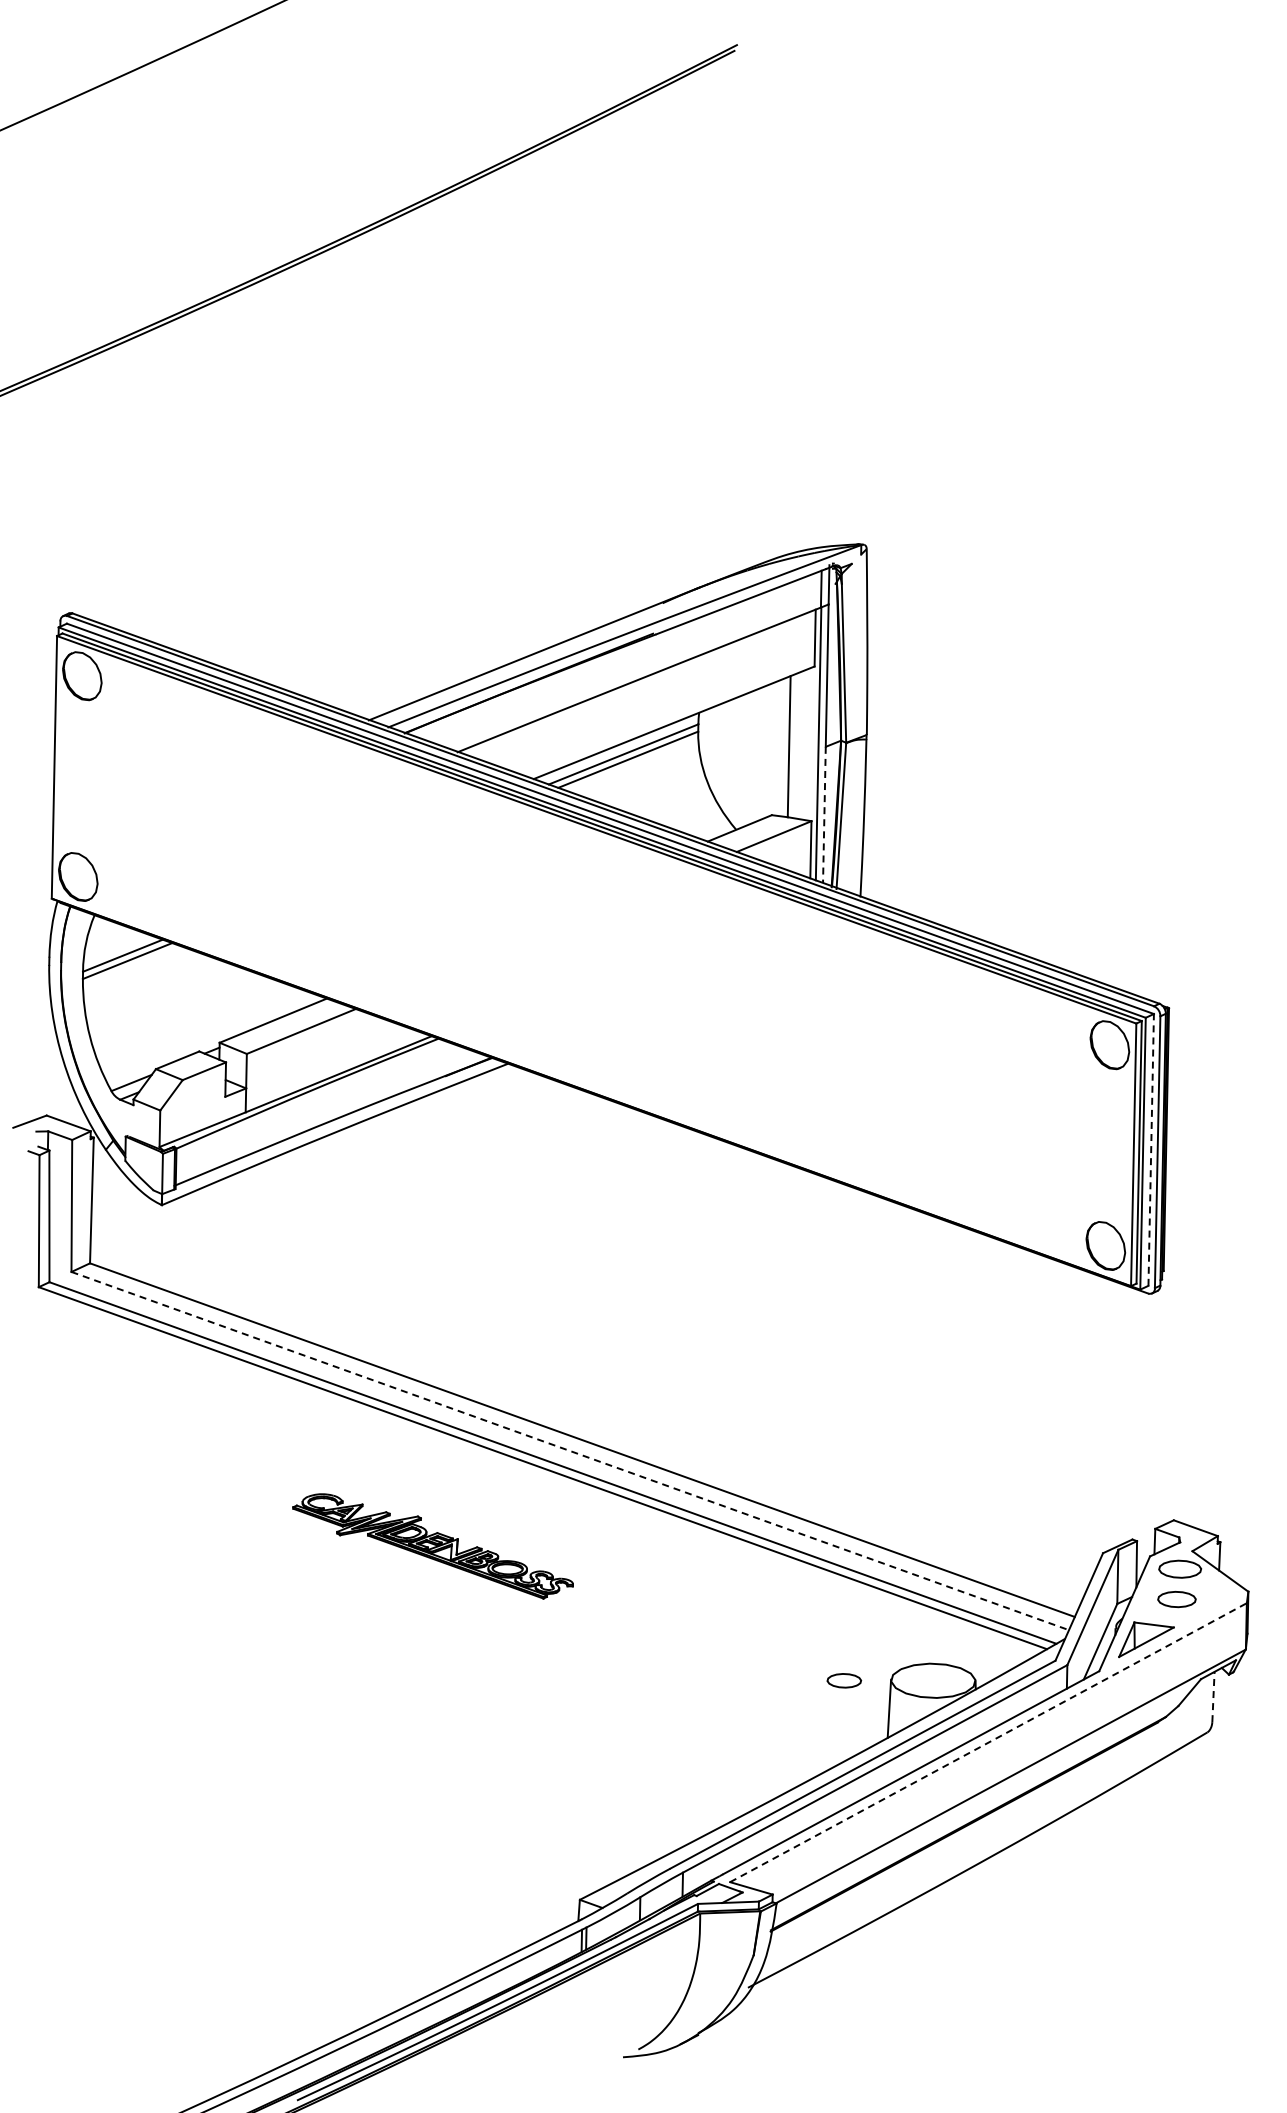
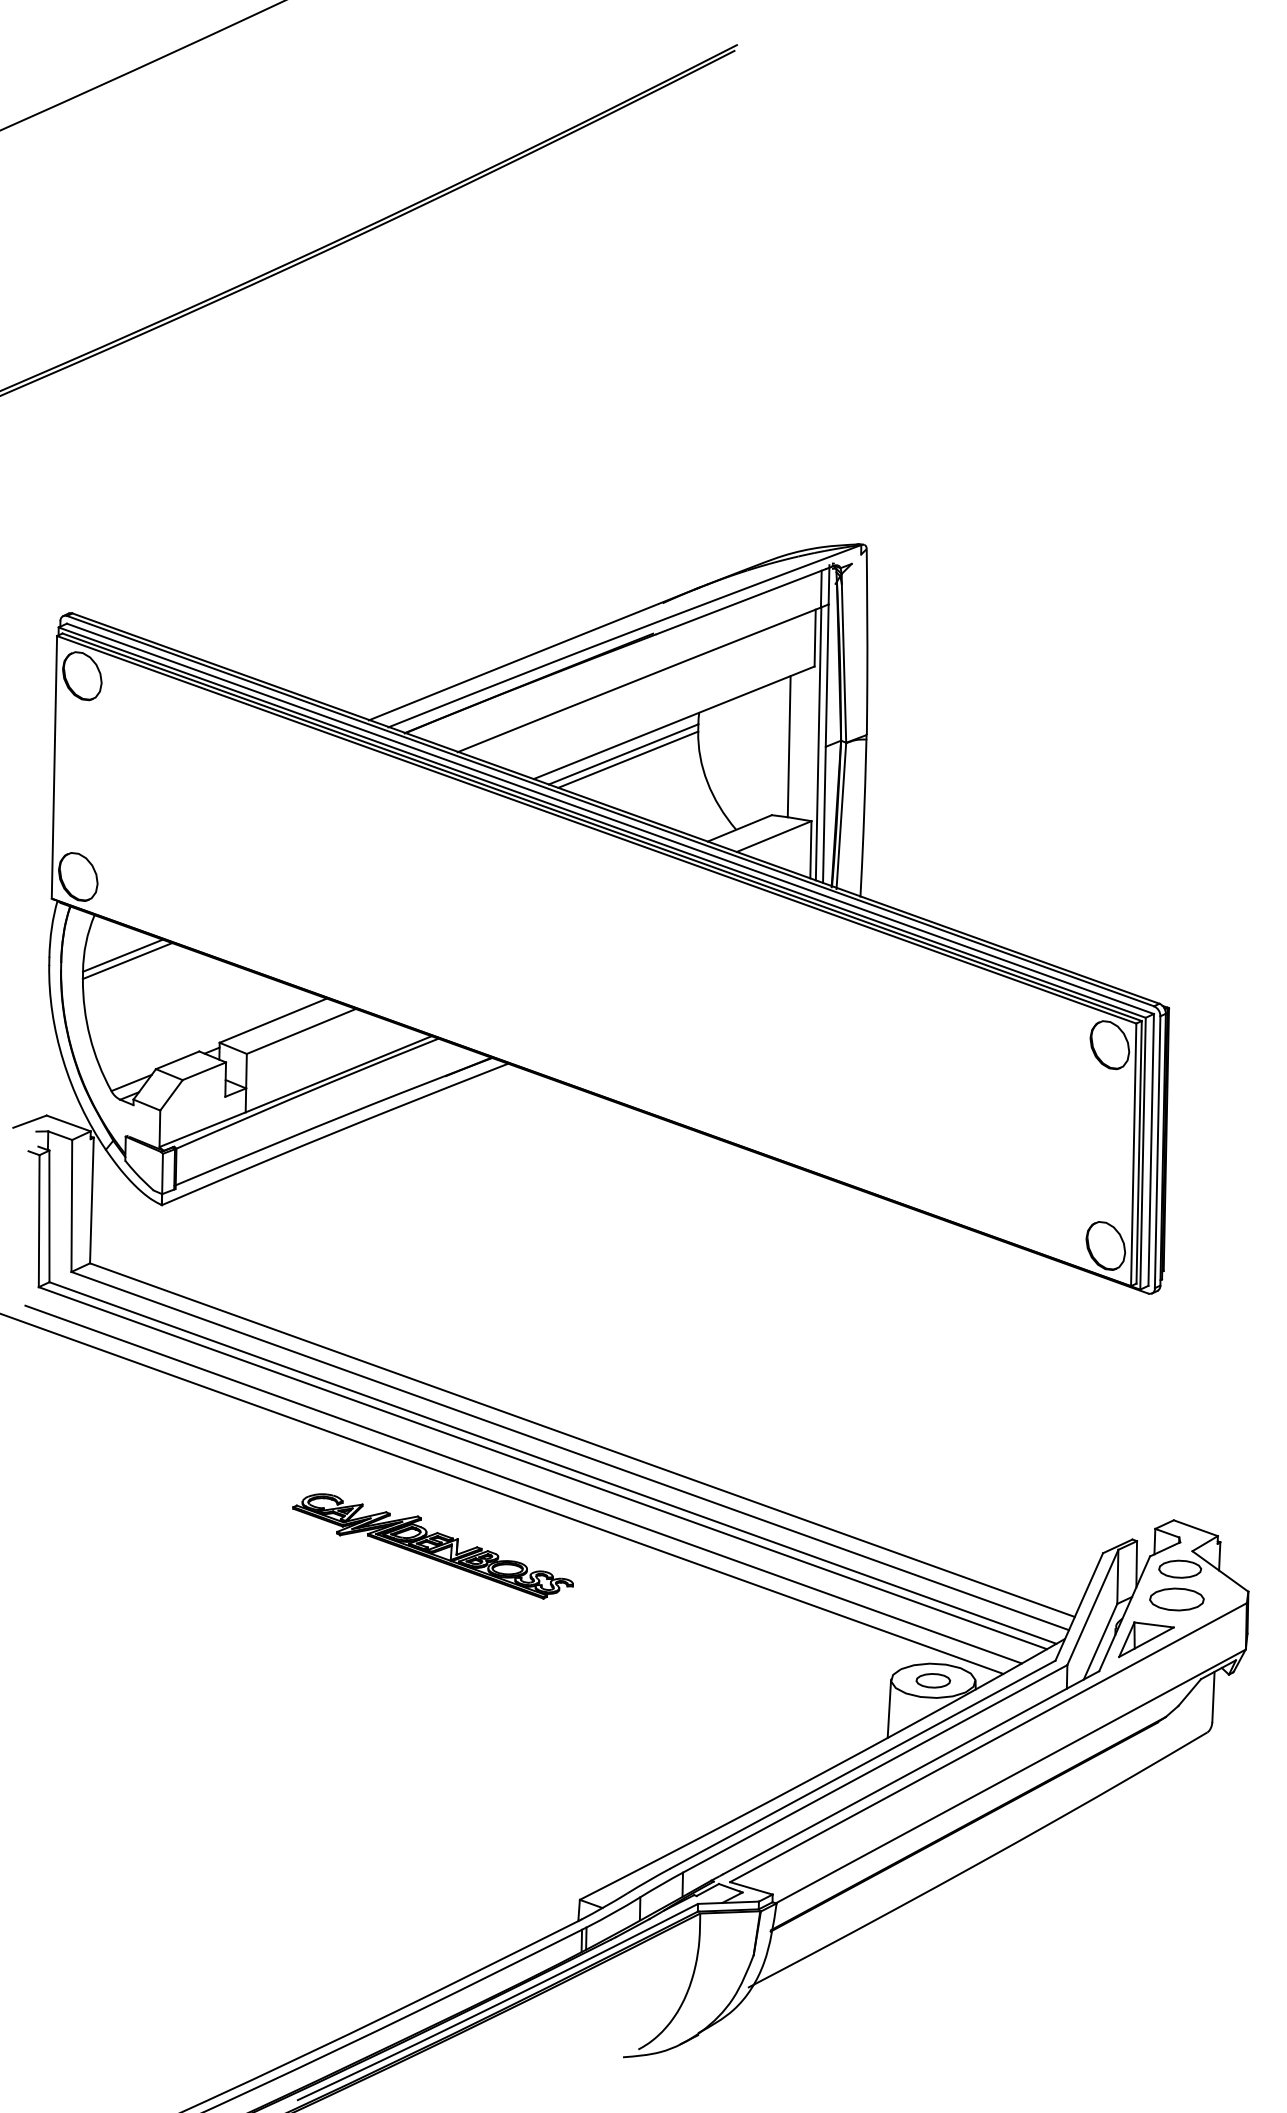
line at (824, 815): dashed -> solid
line at (1151, 1149): dashed -> solid
line at (570, 1451): dashed -> solid
line at (523, 1484): none -> present
line at (502, 1493): none -> present
part at (1176, 1599) size: 40x18 px -> 56x25 px
part at (844, 1680) position: (844, 1680) -> (933, 1680)
line at (1213, 1696): dashed -> solid
line at (988, 1742): dashed -> solid
